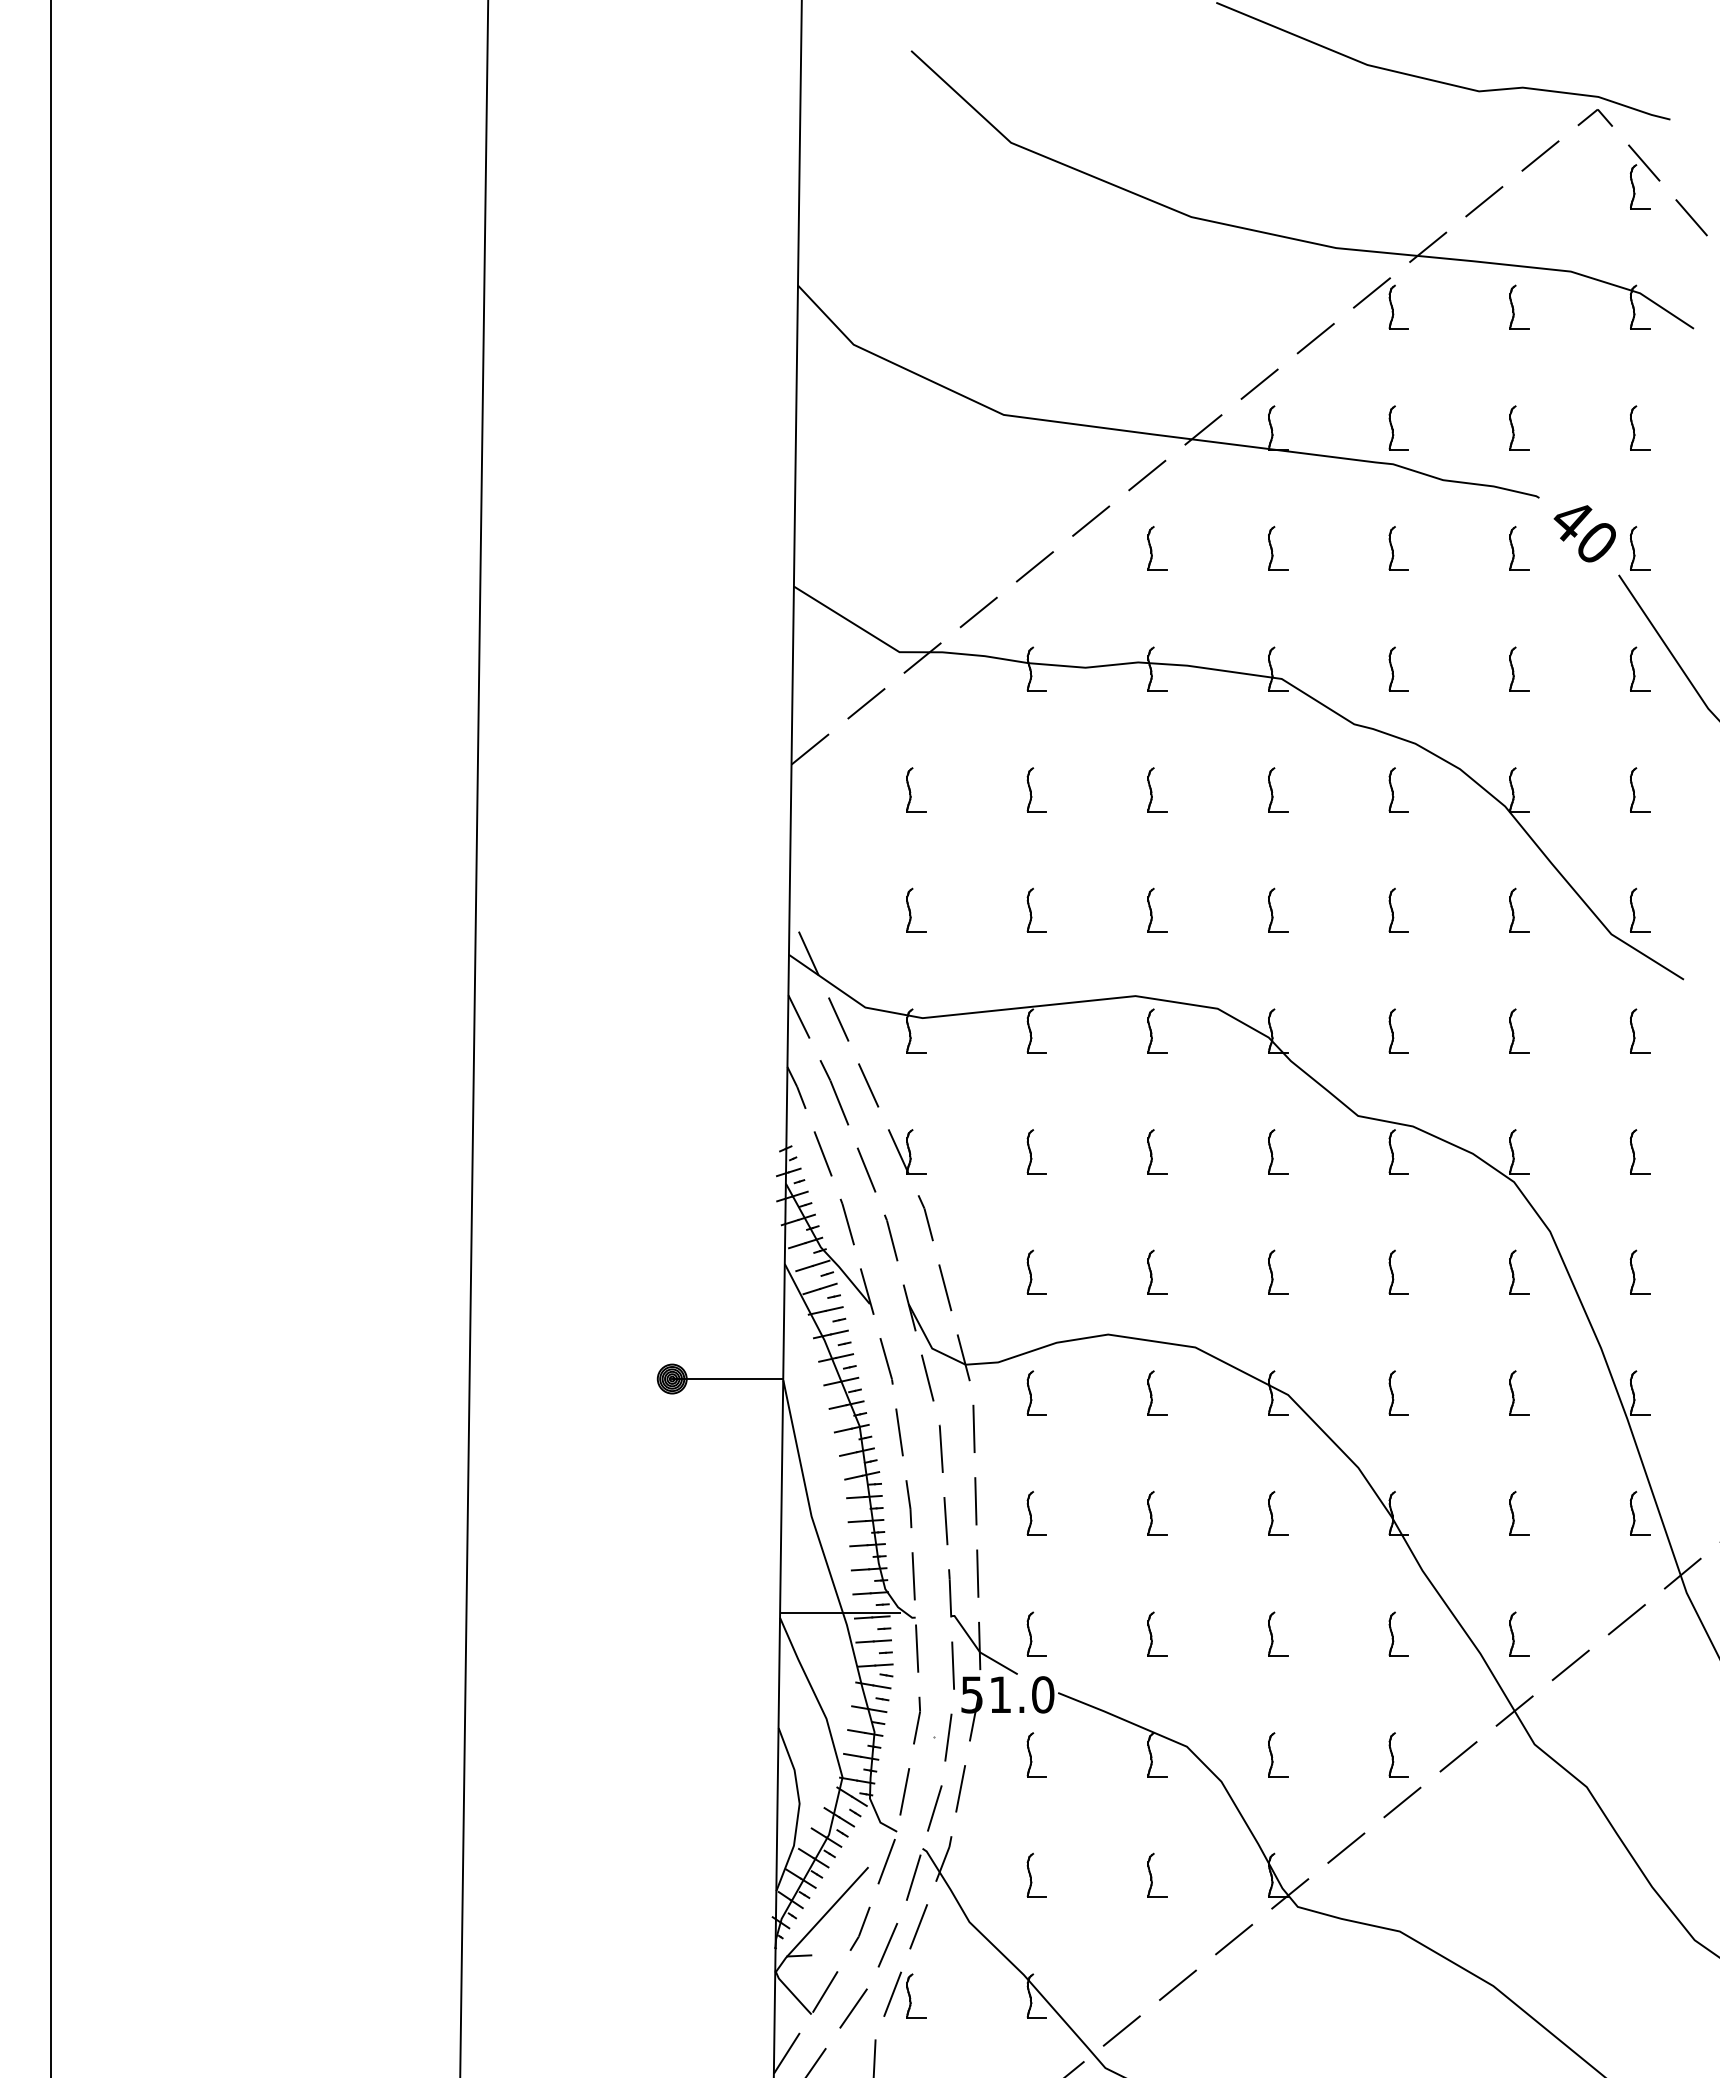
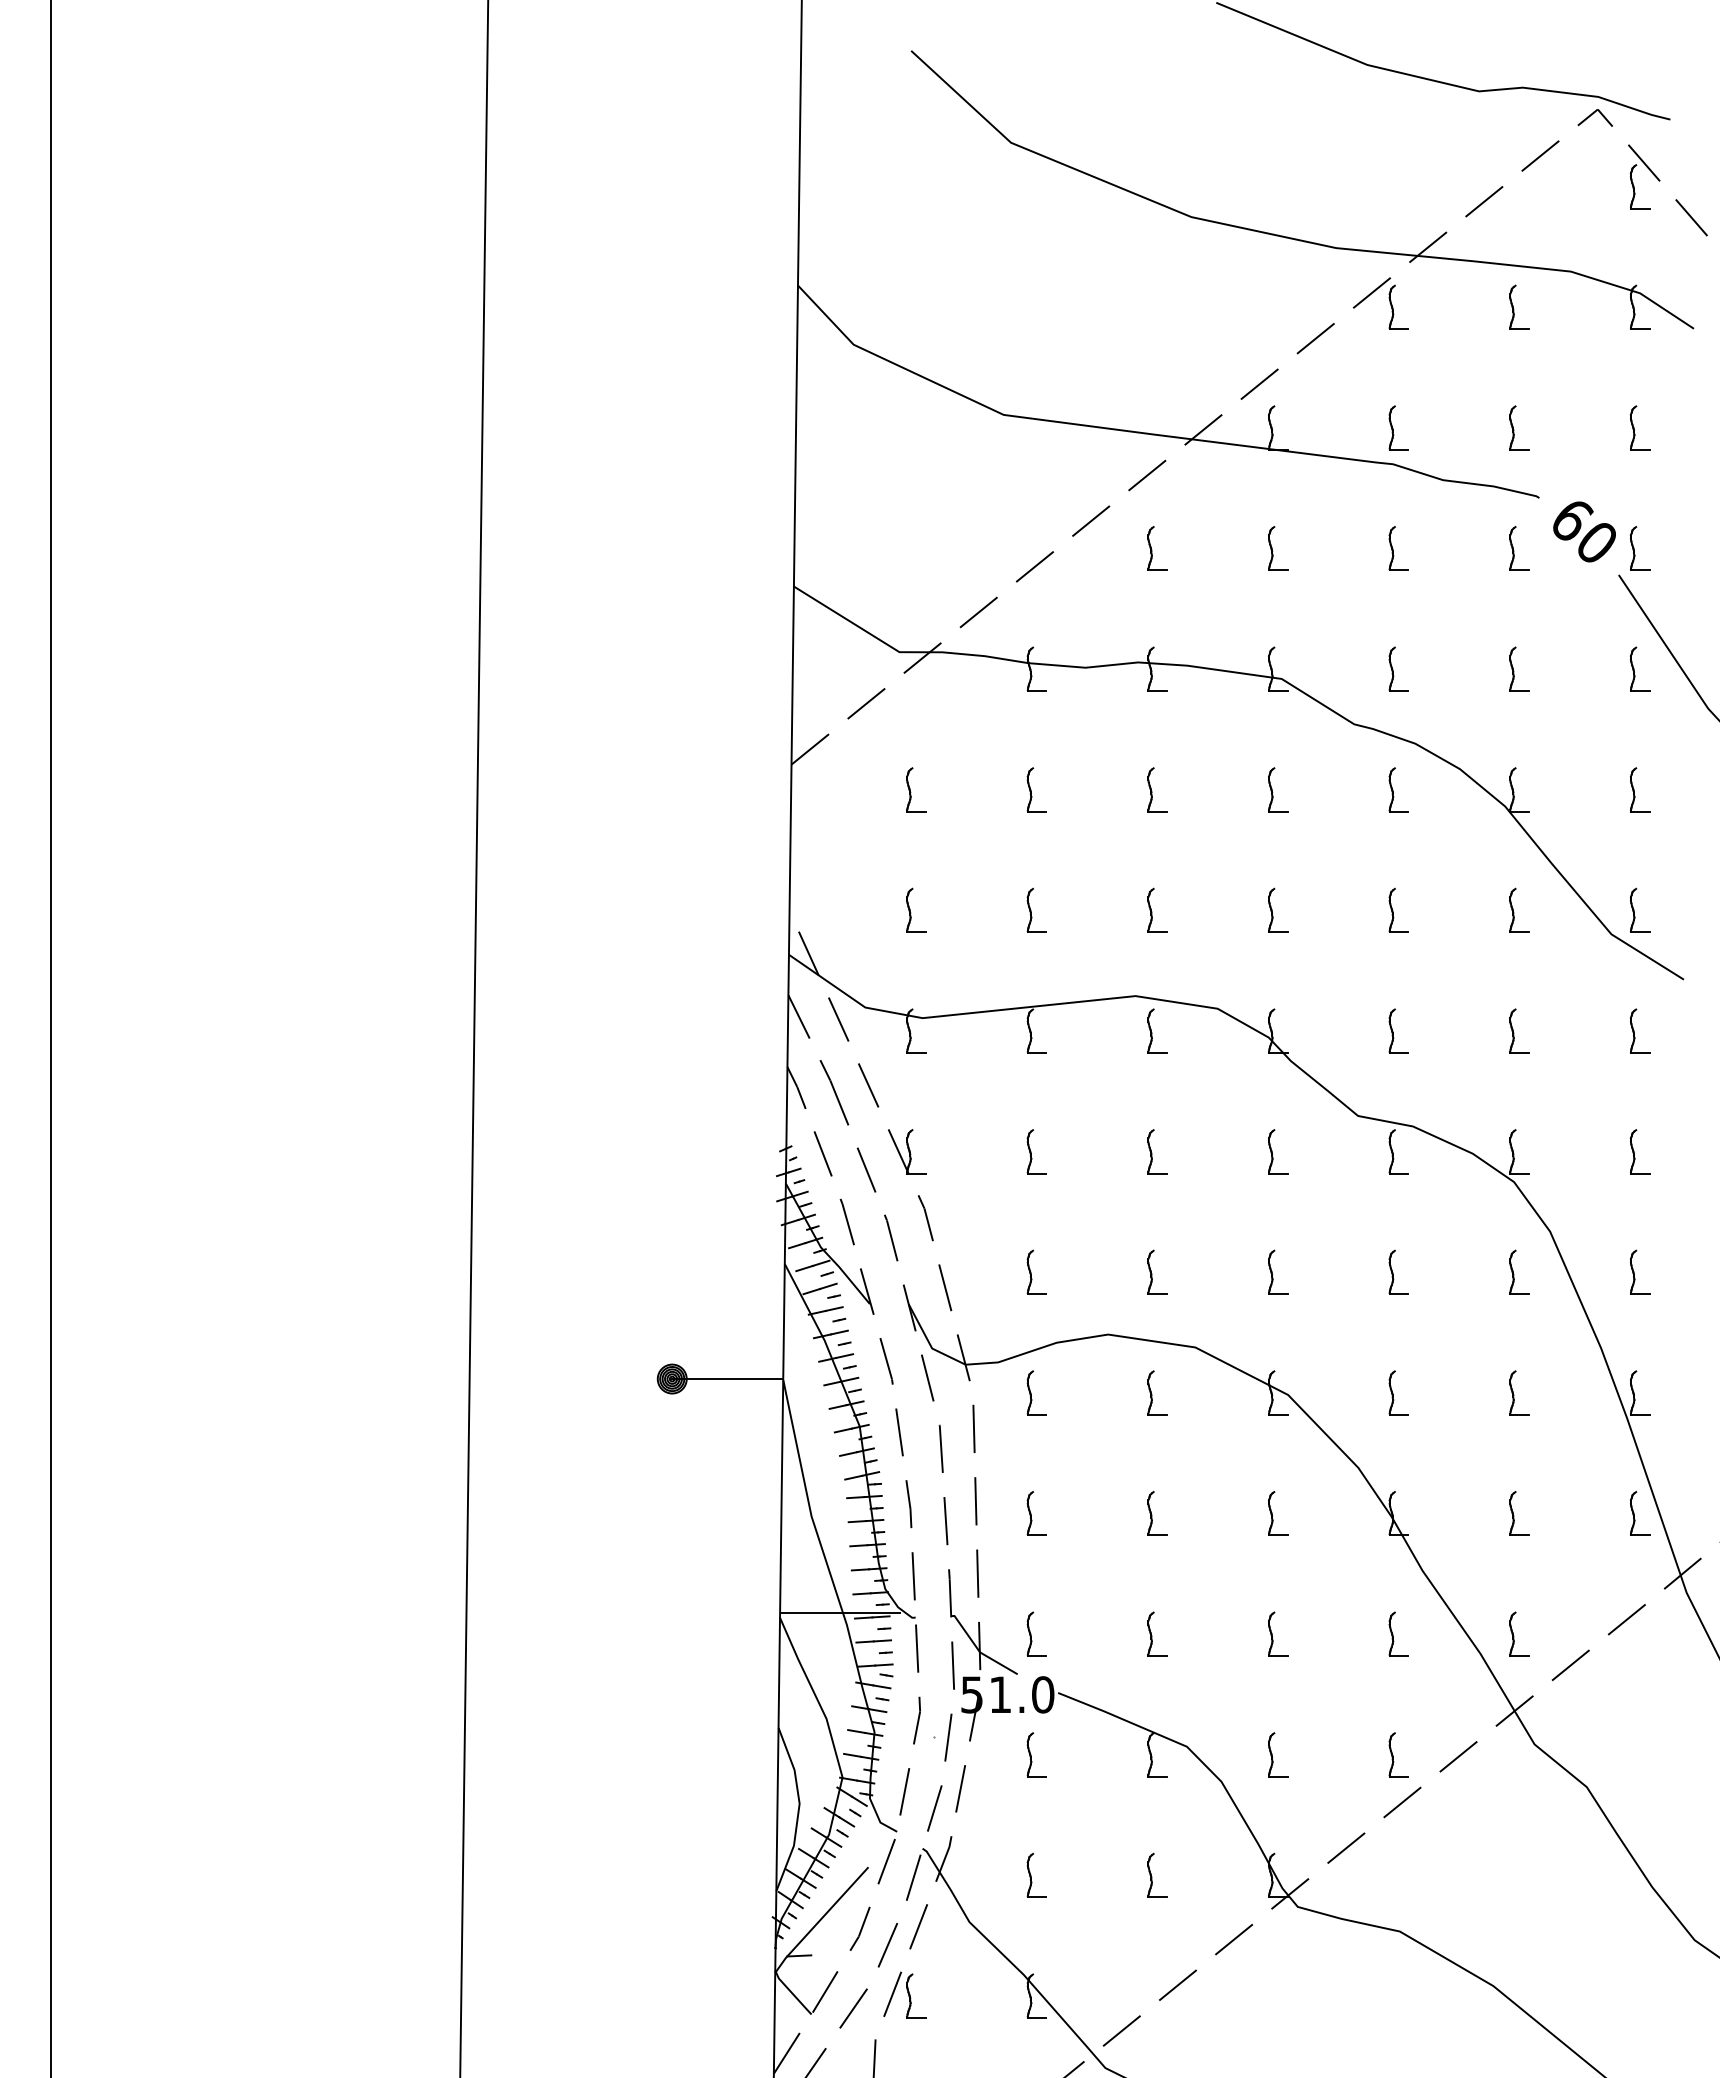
text at (1573, 521): 40 -> 60
